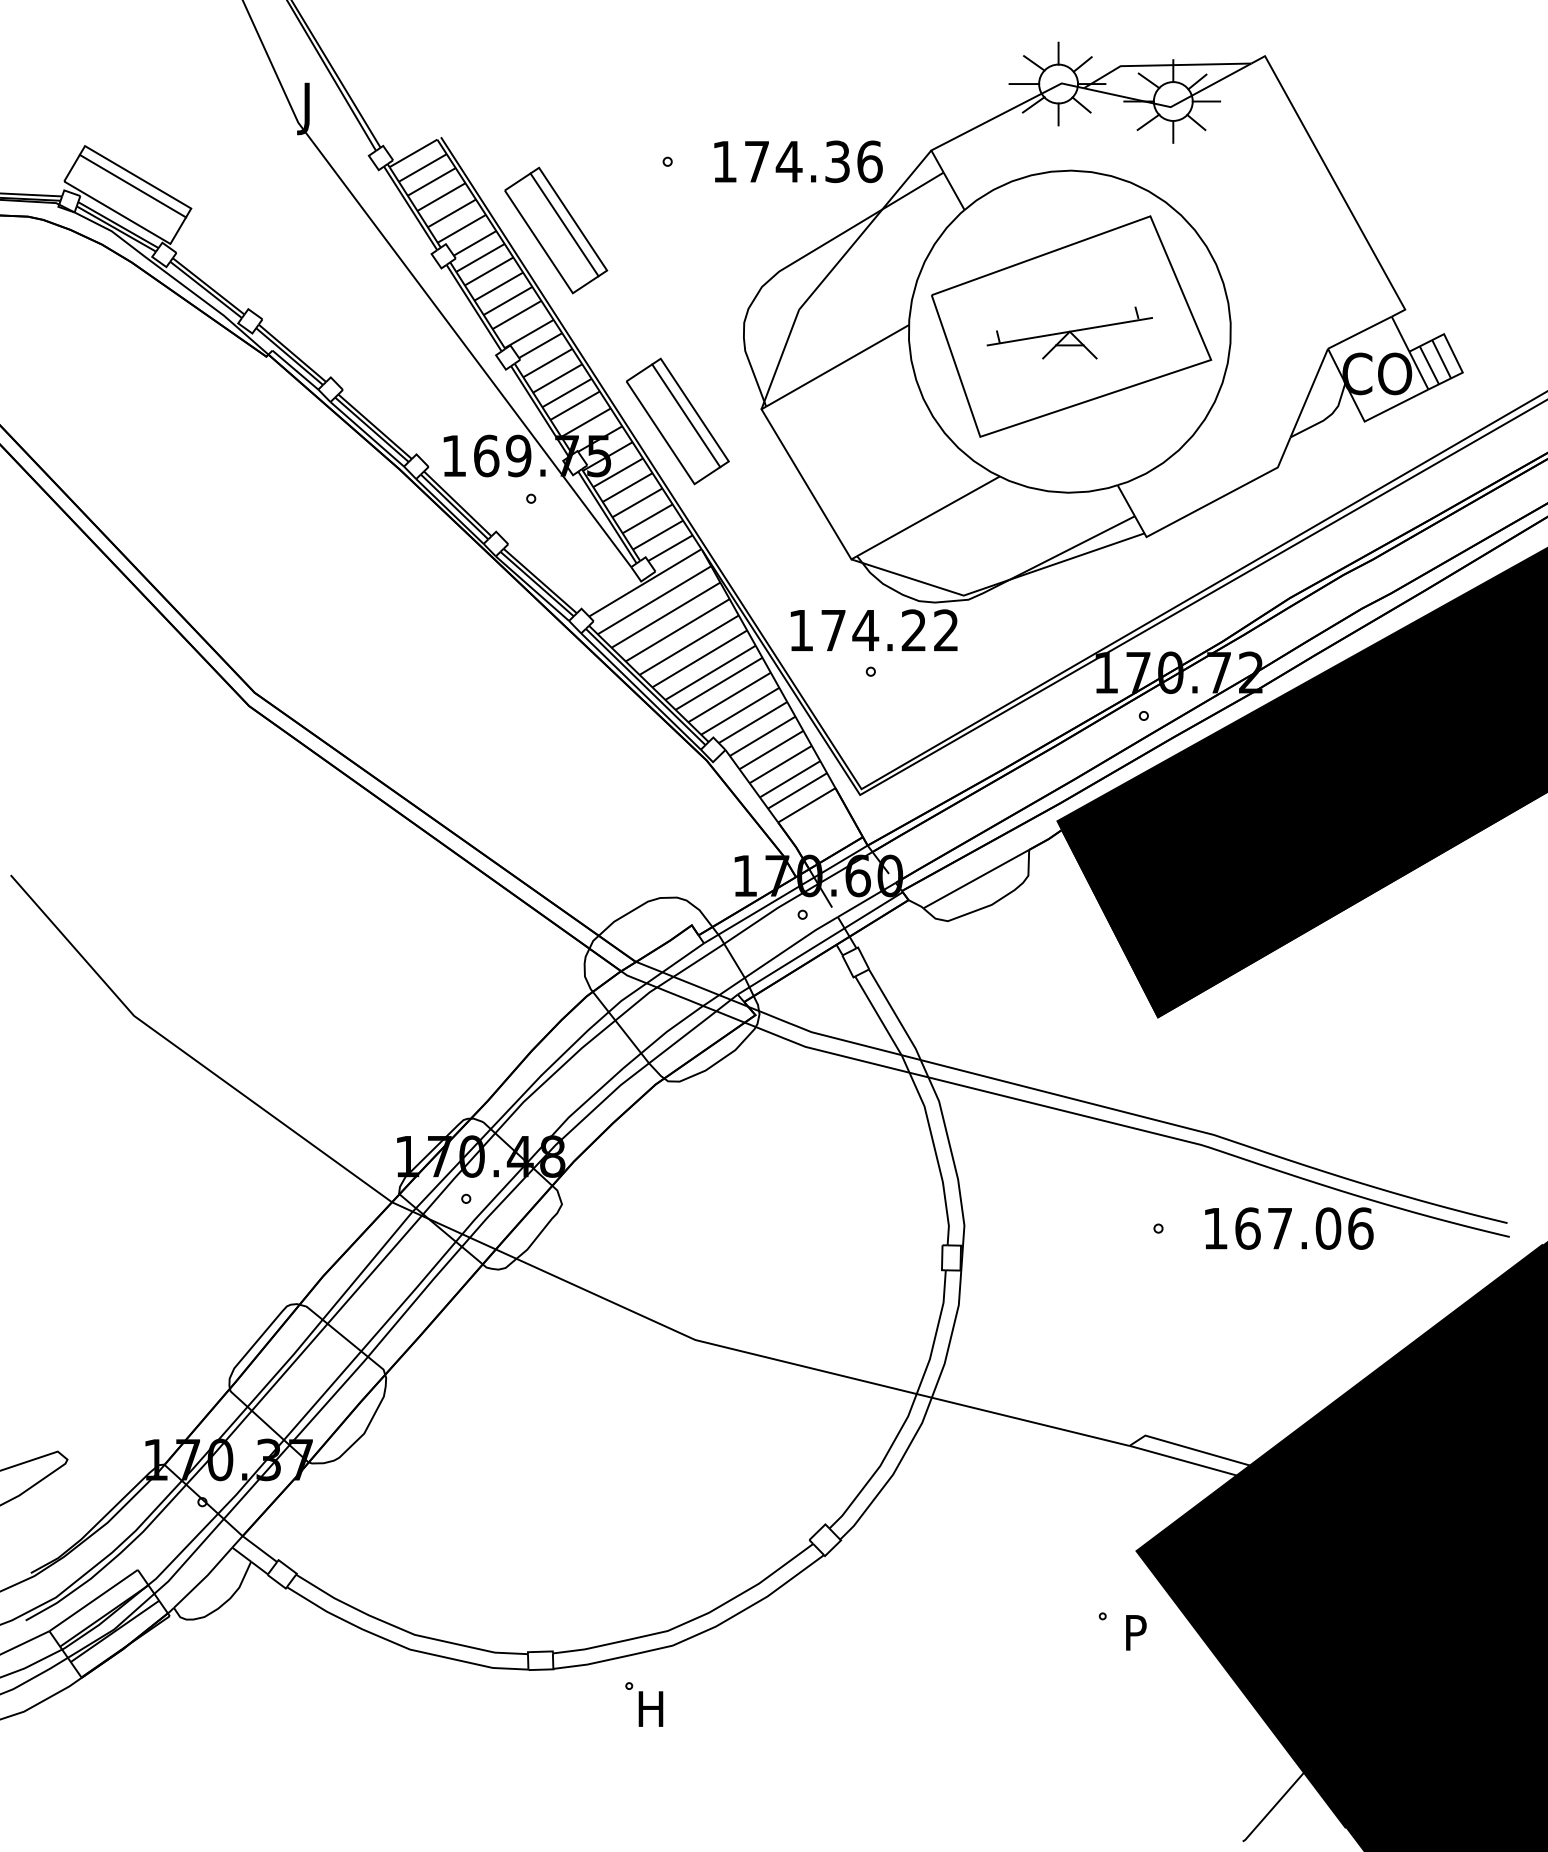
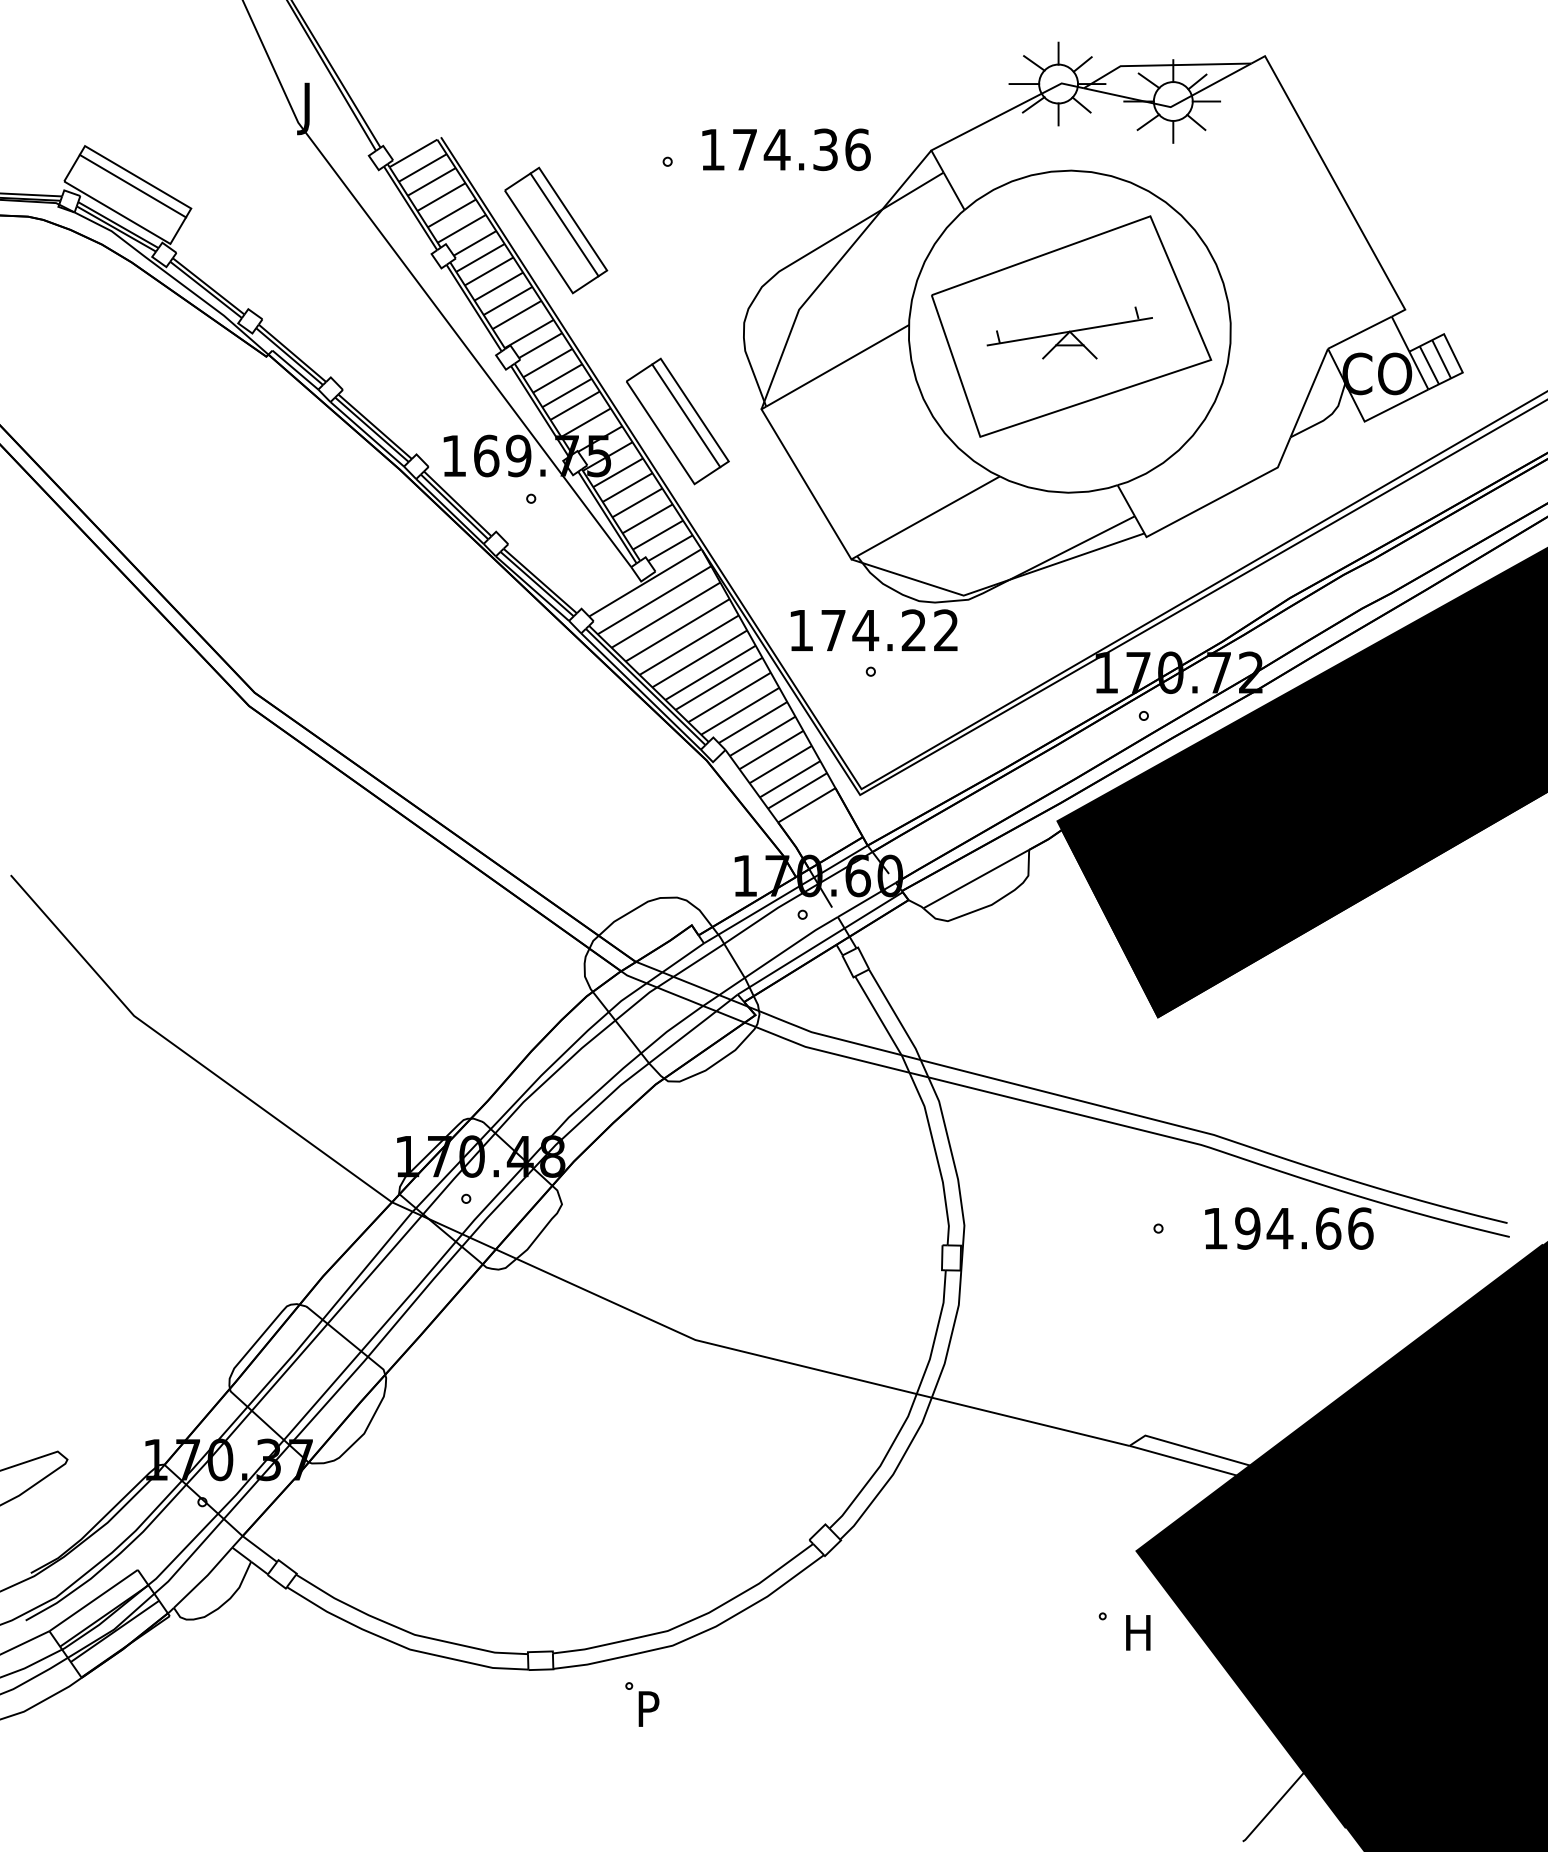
text at (798, 161) position: (798, 161) -> (786, 149)
text at (1288, 1228): 167.06 -> 194.66
text at (1140, 1632): P -> H
text at (653, 1708): H -> P
